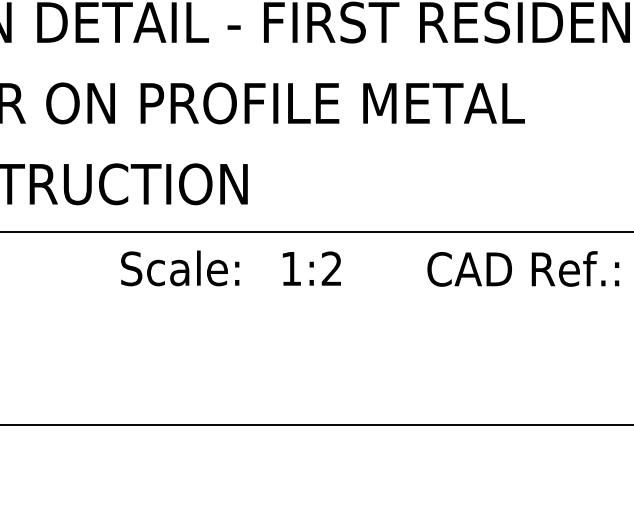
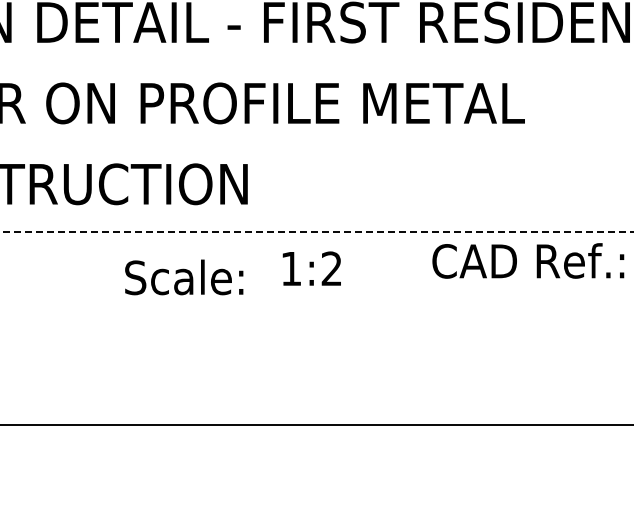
line at (317, 231): solid -> dashed
text at (180, 268) position: (180, 268) -> (184, 277)
text at (523, 268) position: (523, 268) -> (528, 260)
